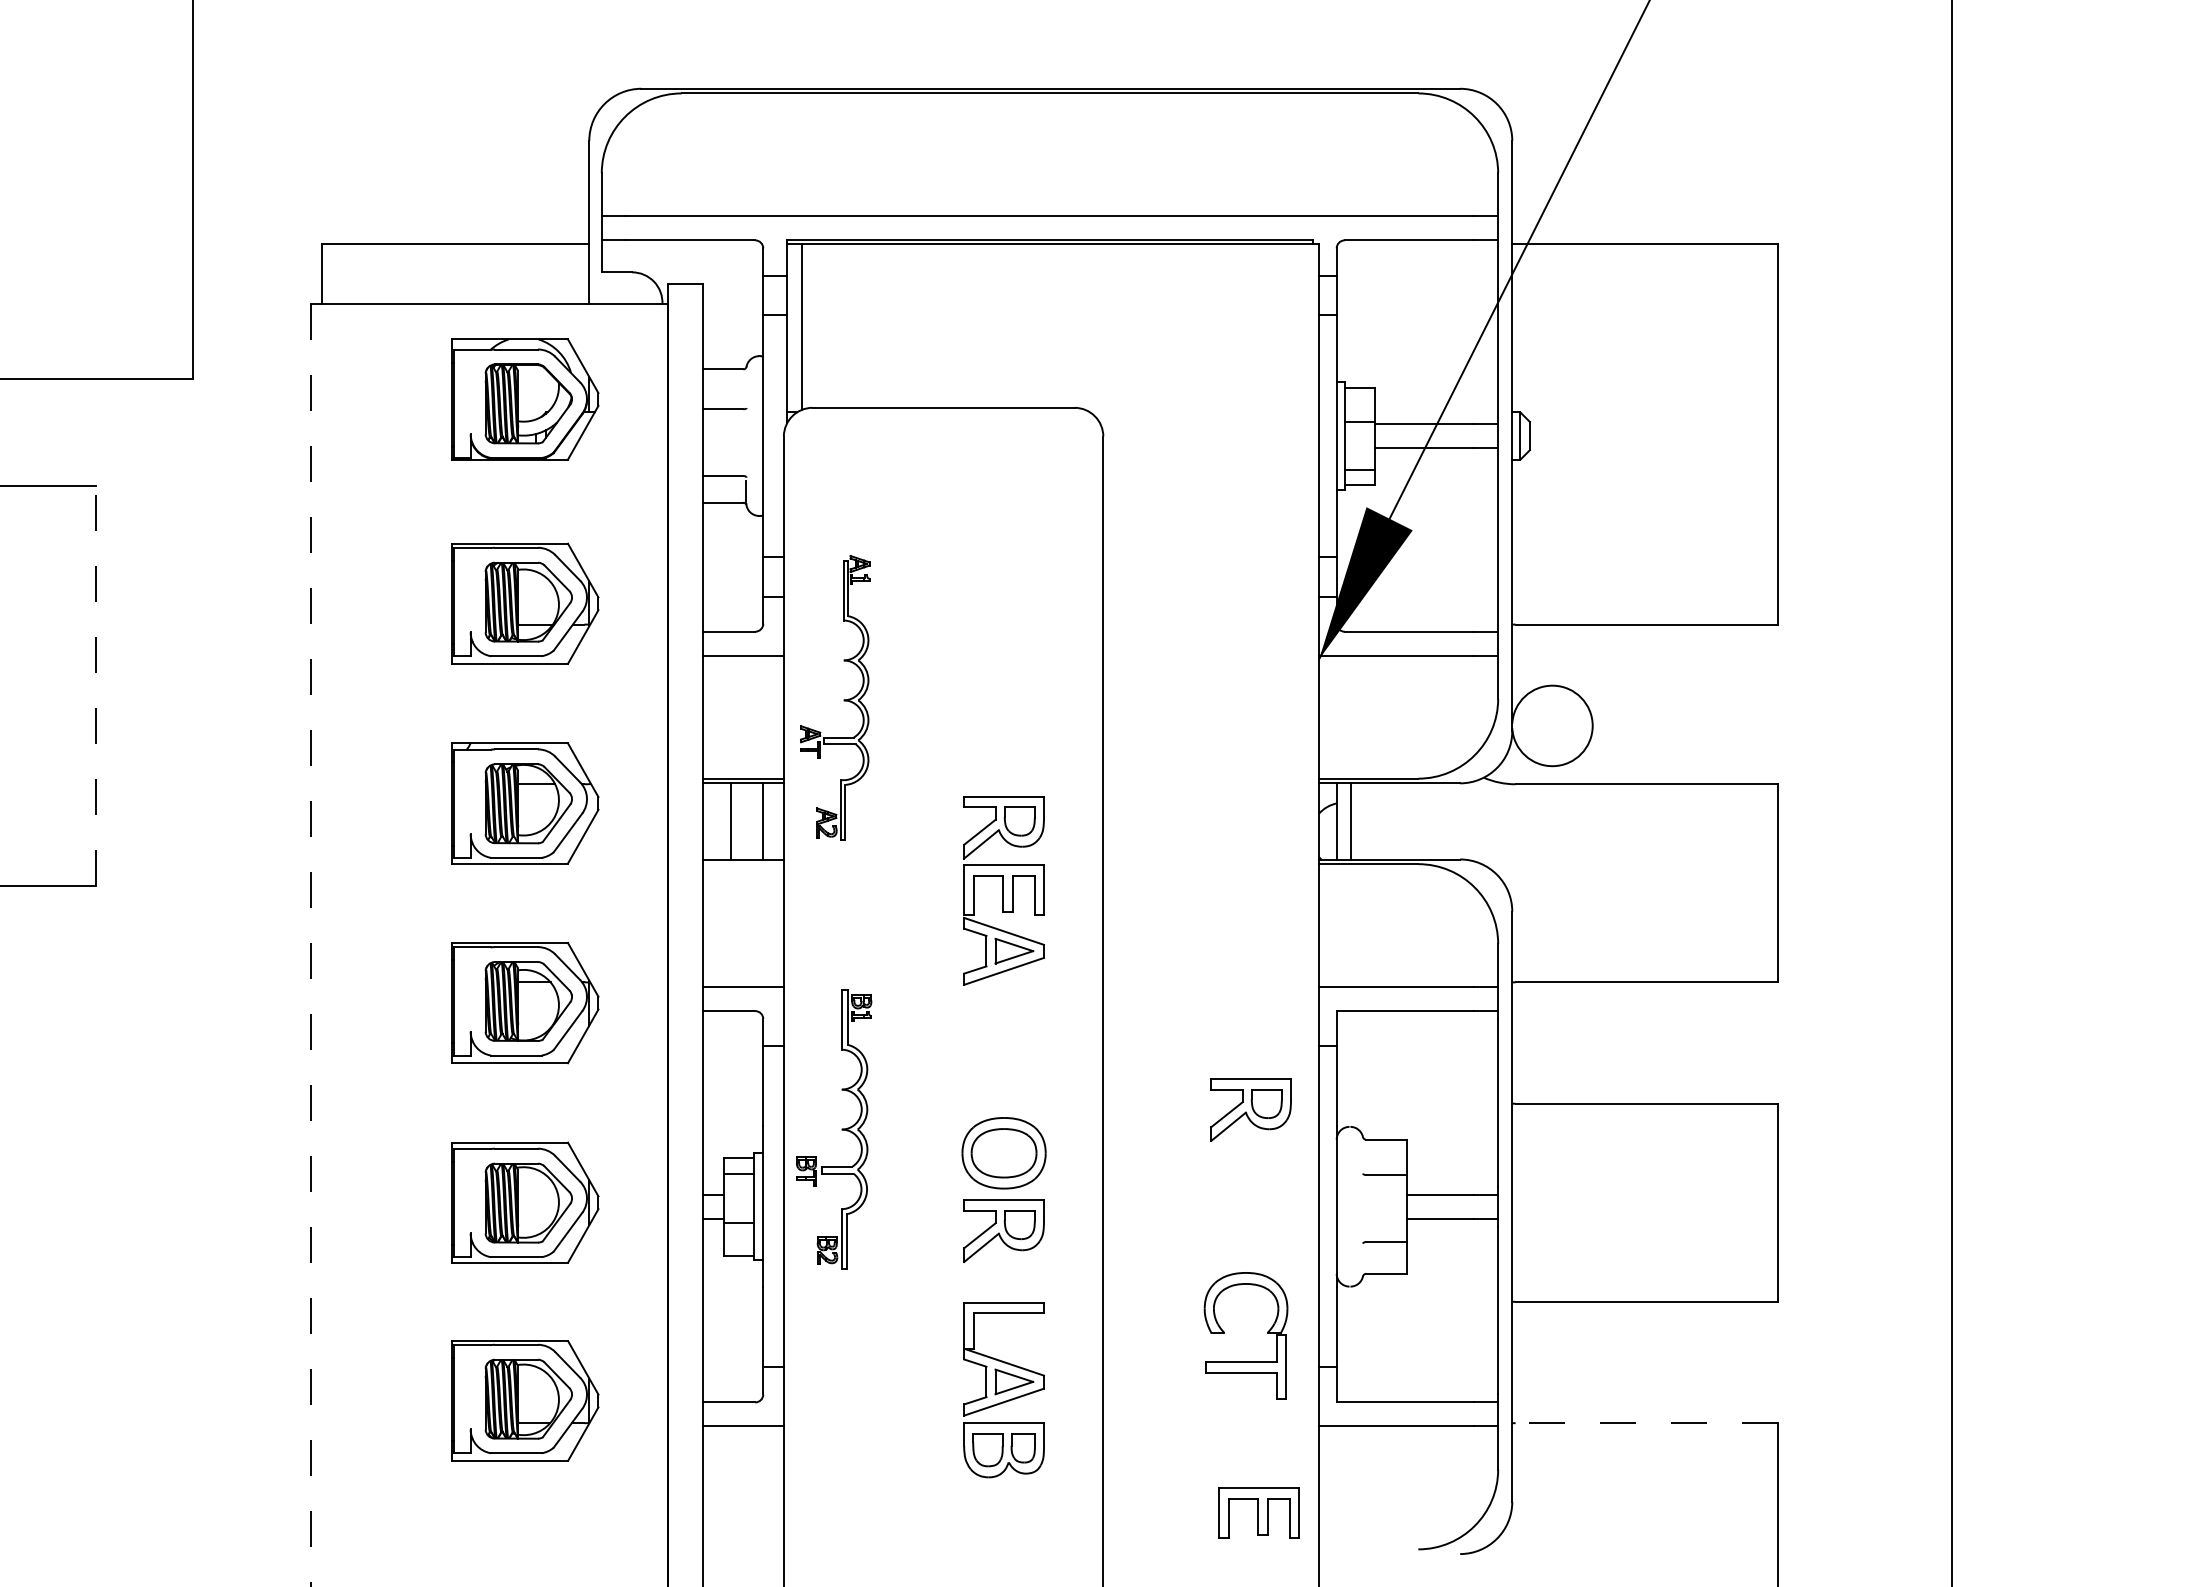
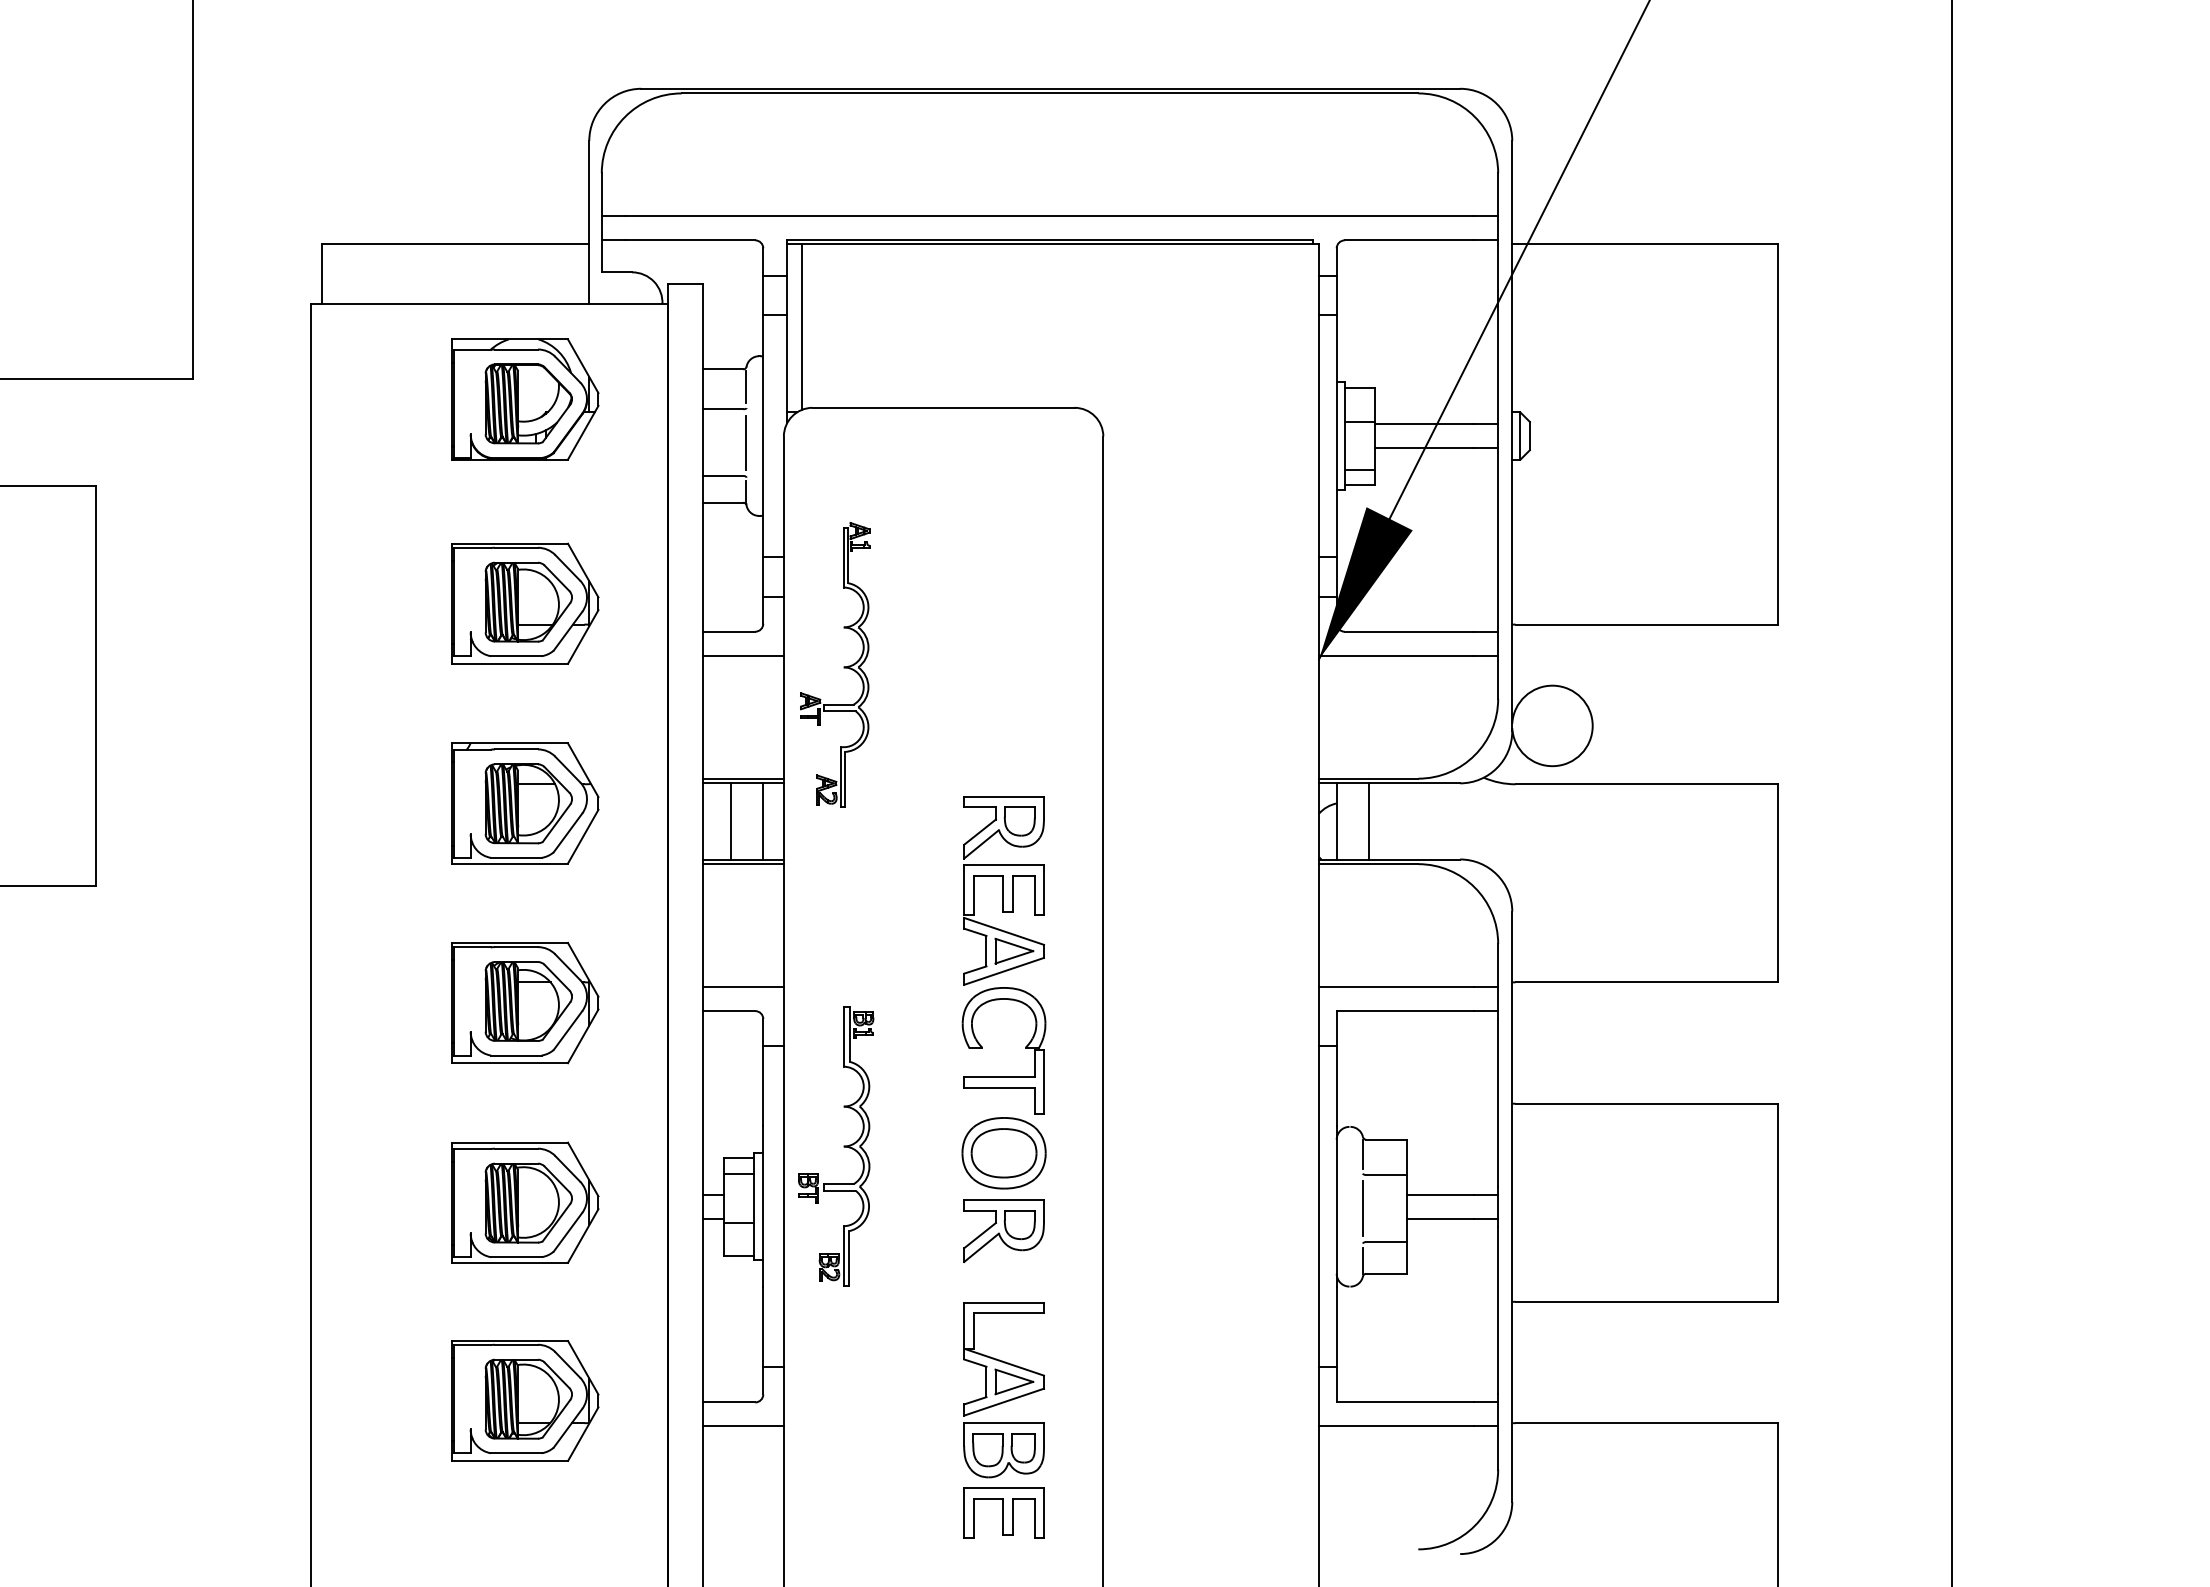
line at (746, 386): none -> present
line at (746, 442): none -> present
line at (96, 685): dashed -> solid
part at (843, 699) position: (843, 699) -> (843, 666)
line at (1350, 821) position: (1350, 821) -> (1368, 821)
line at (742, 864): none -> present
line at (310, 945): dashed -> solid
part at (1250, 1109): present -> none
part at (841, 1129) position: (841, 1129) -> (843, 1146)
line at (1363, 1154): none -> present
line at (1363, 1208): none -> present
line at (1363, 1260): none -> present
part at (1224, 1333) position: (1224, 1333) -> (982, 1048)
line at (1646, 1423): dashed -> solid
part at (1258, 1512) position: (1258, 1512) -> (1003, 1512)
